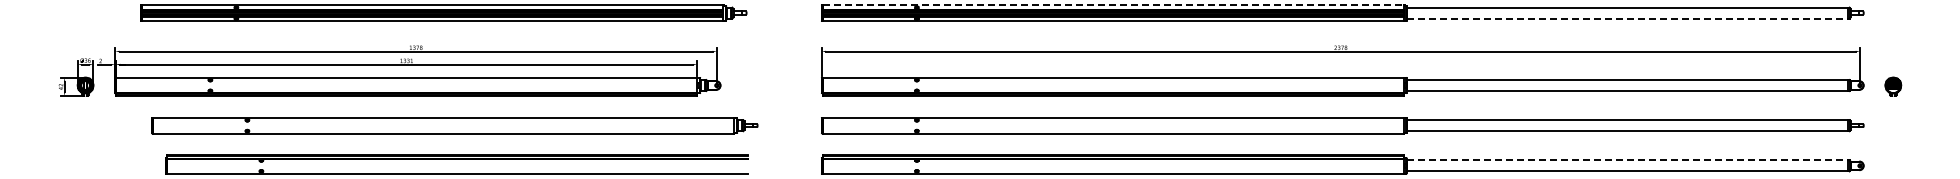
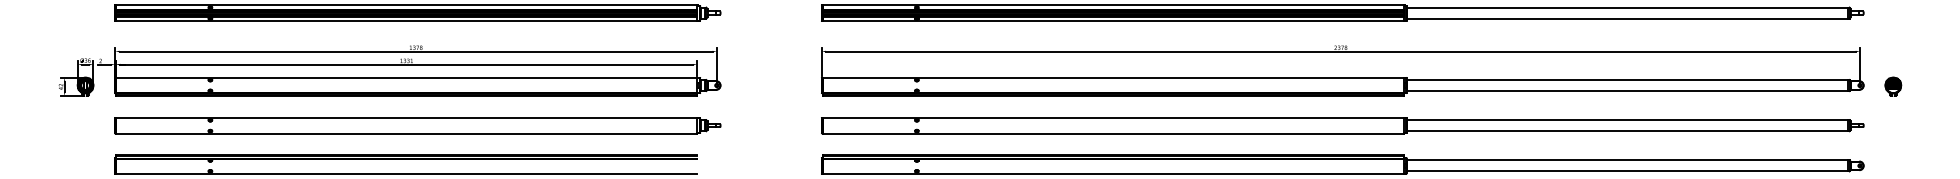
line at (1113, 5): dashed -> solid
part at (443, 12) position: (443, 12) -> (417, 12)
line at (1627, 18): dashed -> solid
part at (454, 125) position: (454, 125) -> (417, 125)
line at (1627, 160): dashed -> solid
part at (456, 164) position: (456, 164) -> (405, 164)
